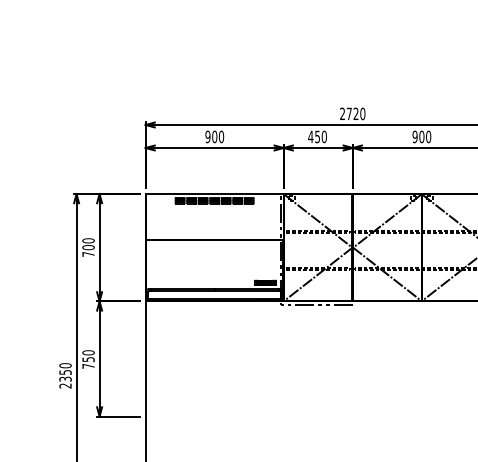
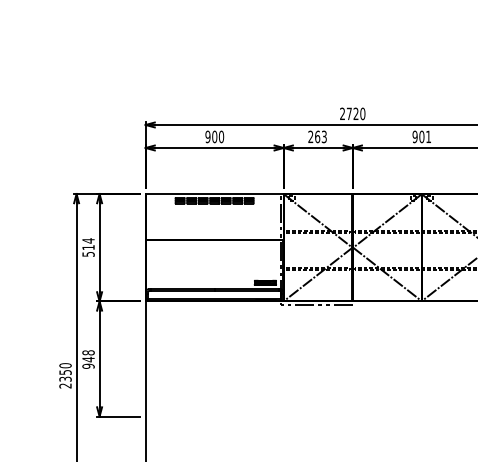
text at (317, 136): 450 -> 263
text at (428, 136): 900 -> 901
text at (88, 247): 700 -> 514
text at (88, 359): 750 -> 948
